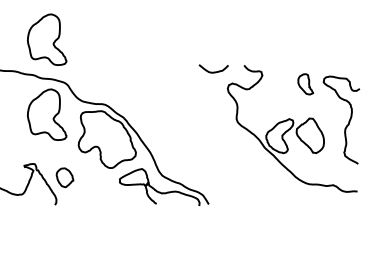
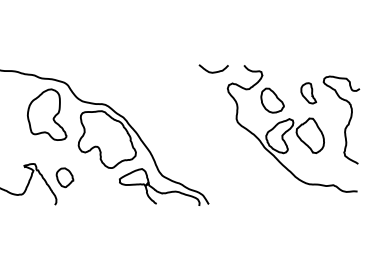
part at (47, 39): present -> none
part at (305, 84) position: (305, 84) -> (308, 93)
part at (272, 100): none -> present
